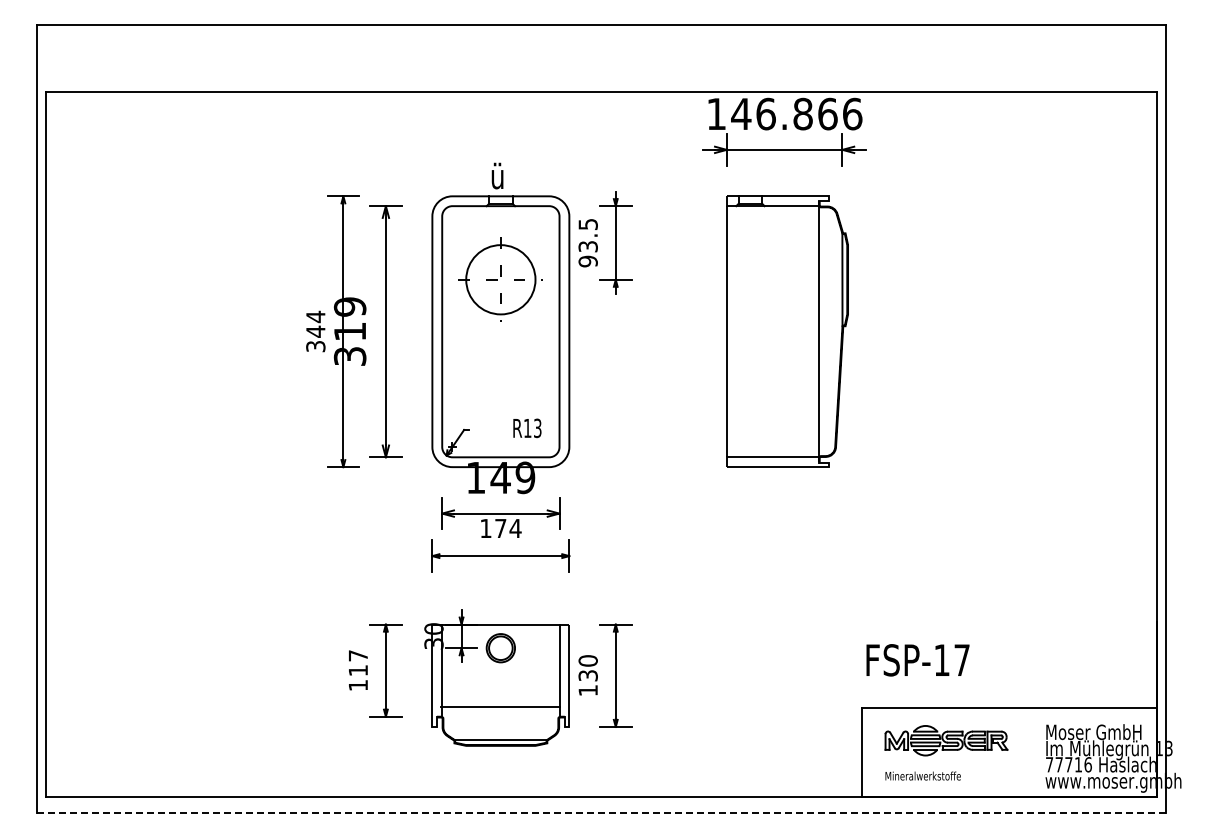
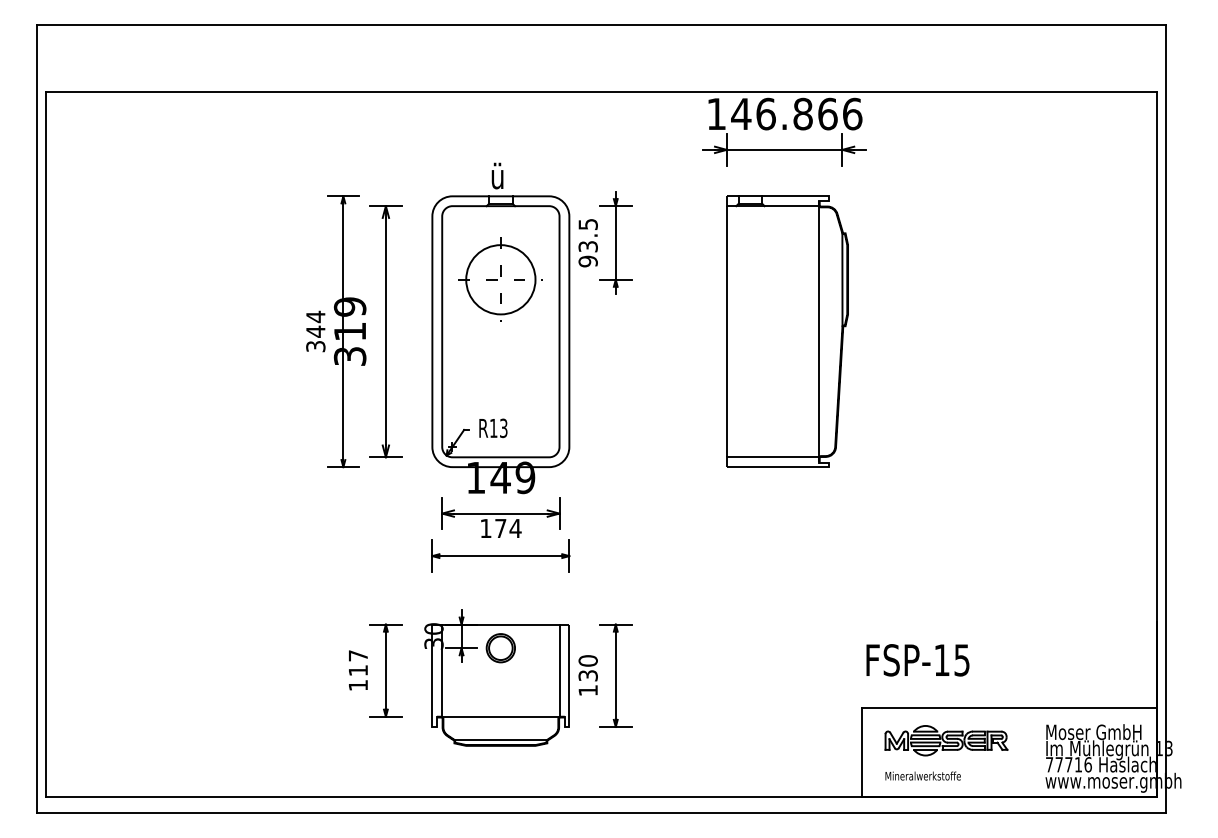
text at (527, 428) position: (527, 428) -> (493, 428)
text at (961, 660): FSP-17 -> FSP-15
line at (500, 706) position: (500, 706) -> (500, 716)
line at (601, 812): dashed -> solid
